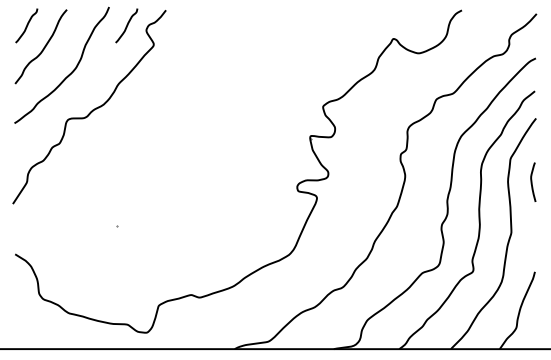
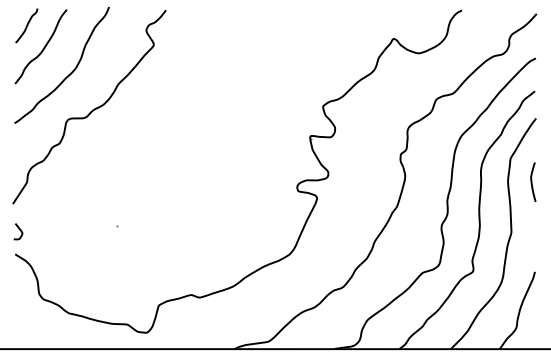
curve at (126, 25): present -> none
curve at (19, 230): none -> present
